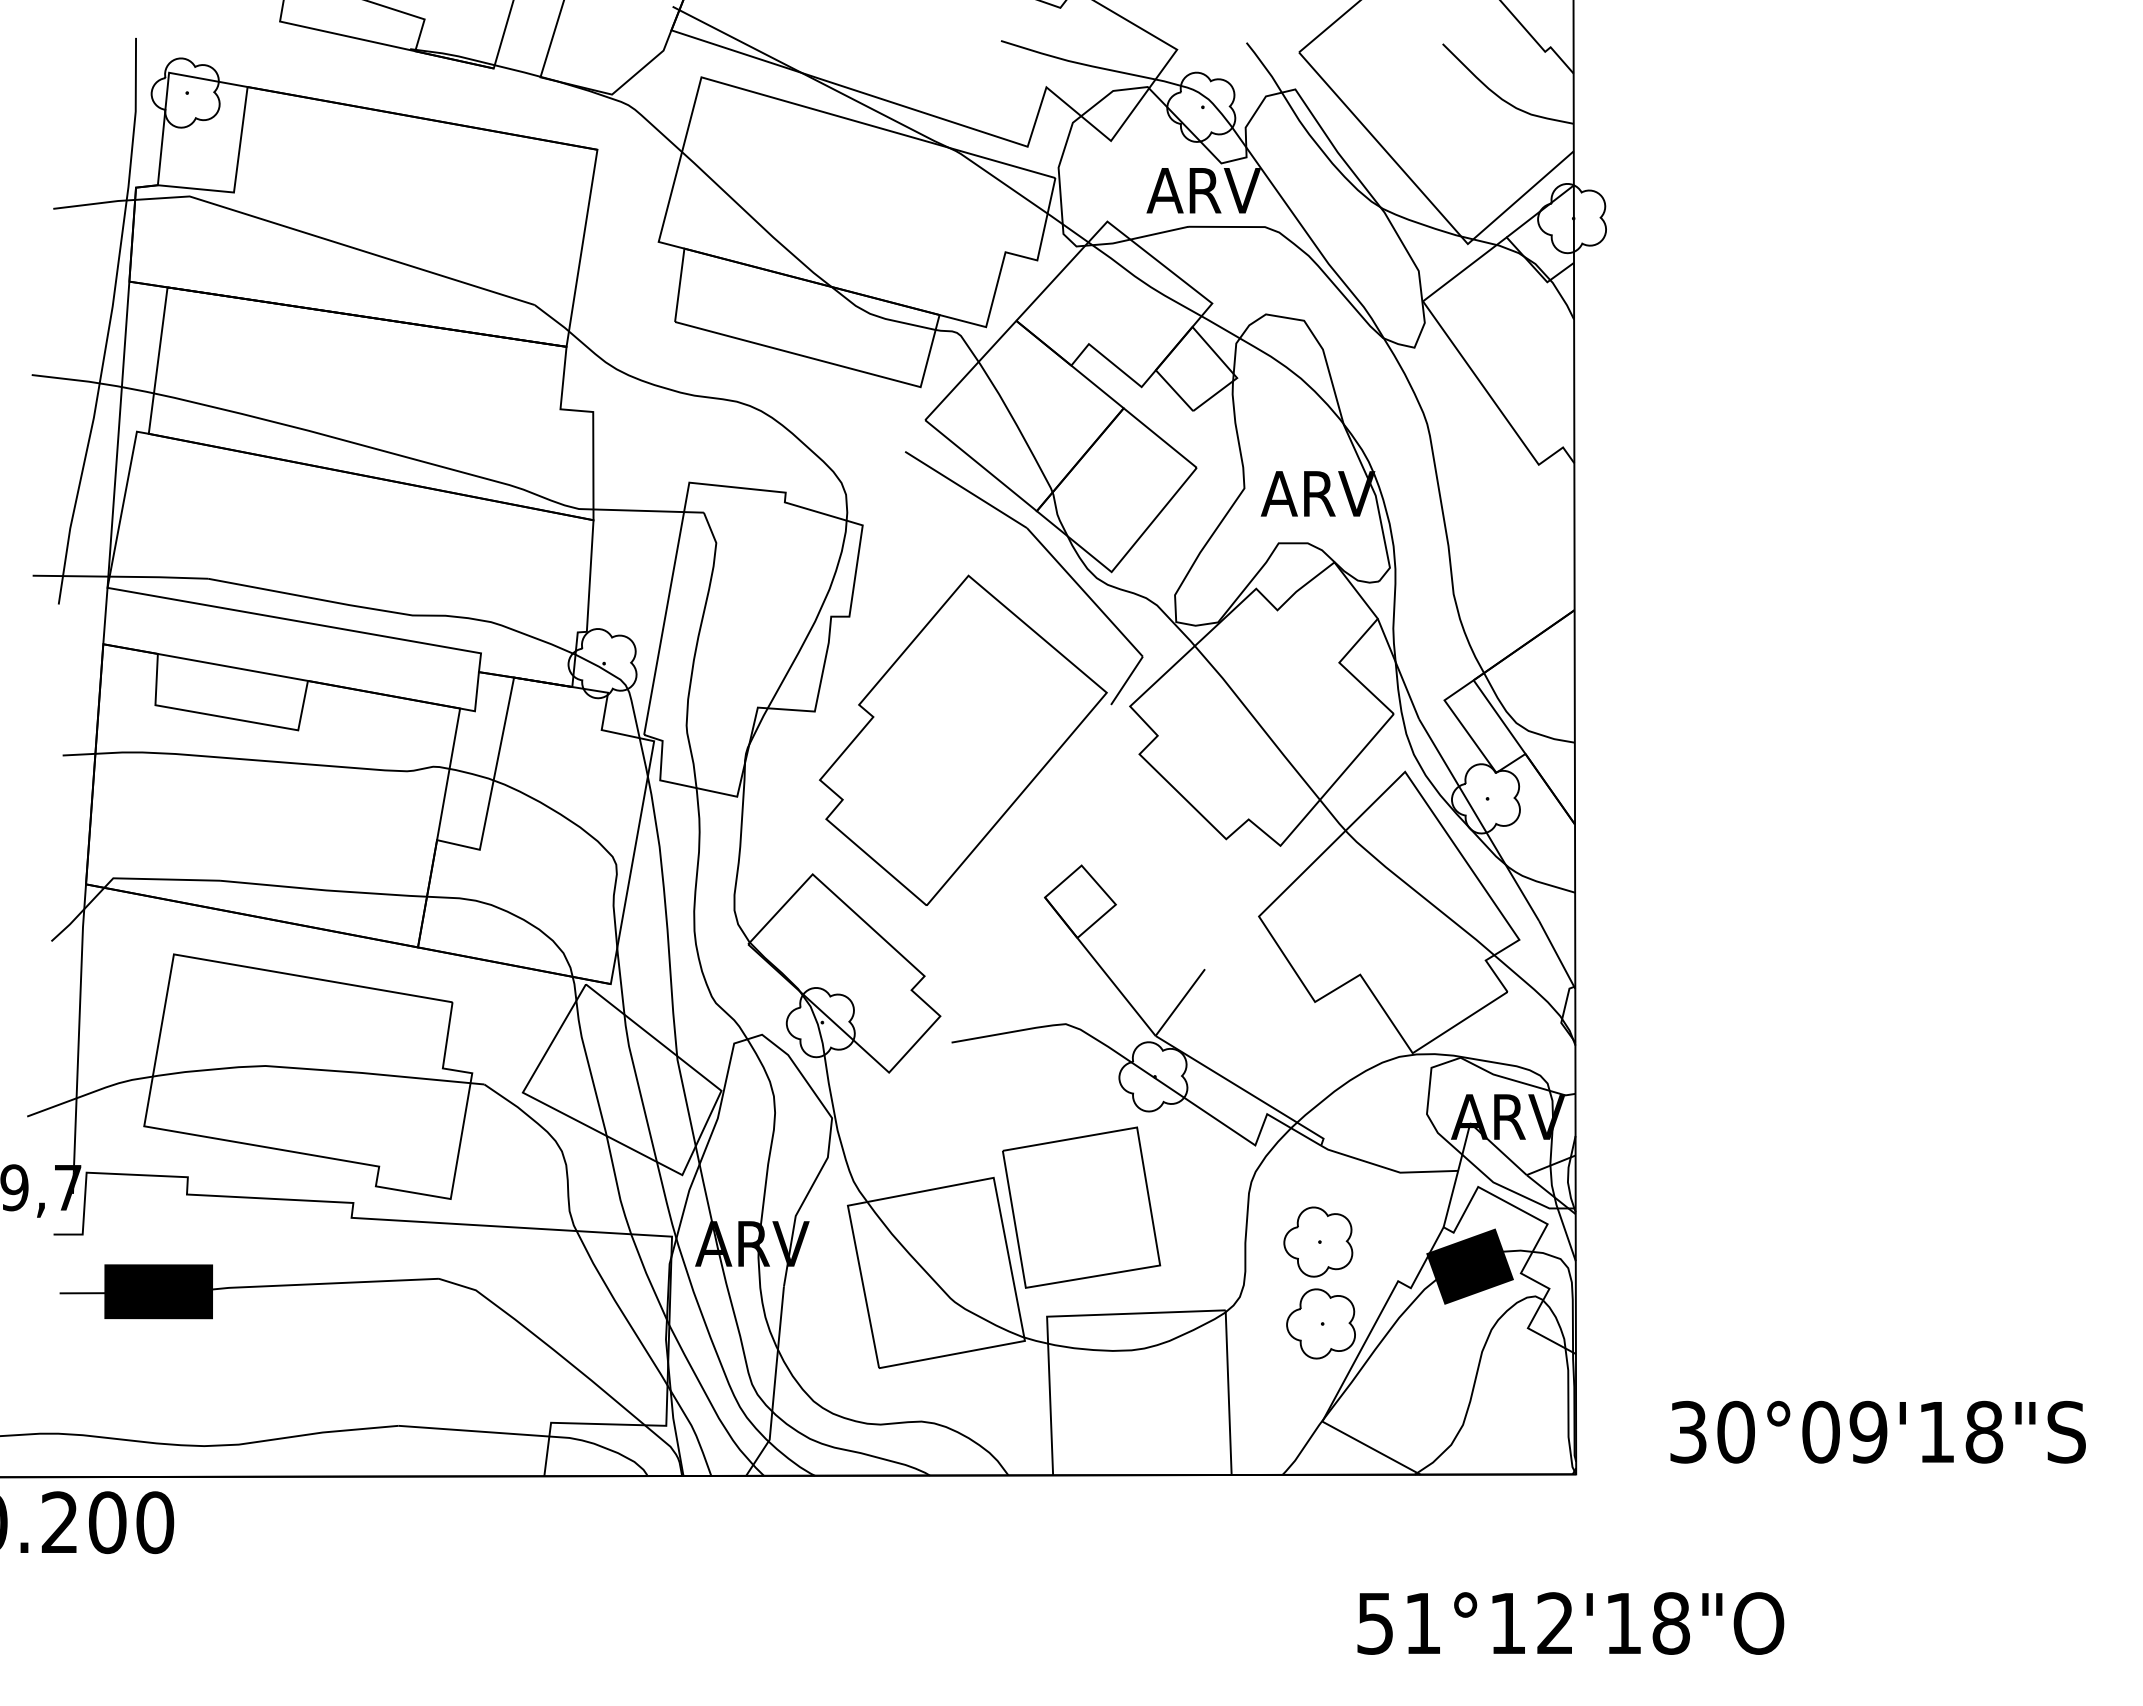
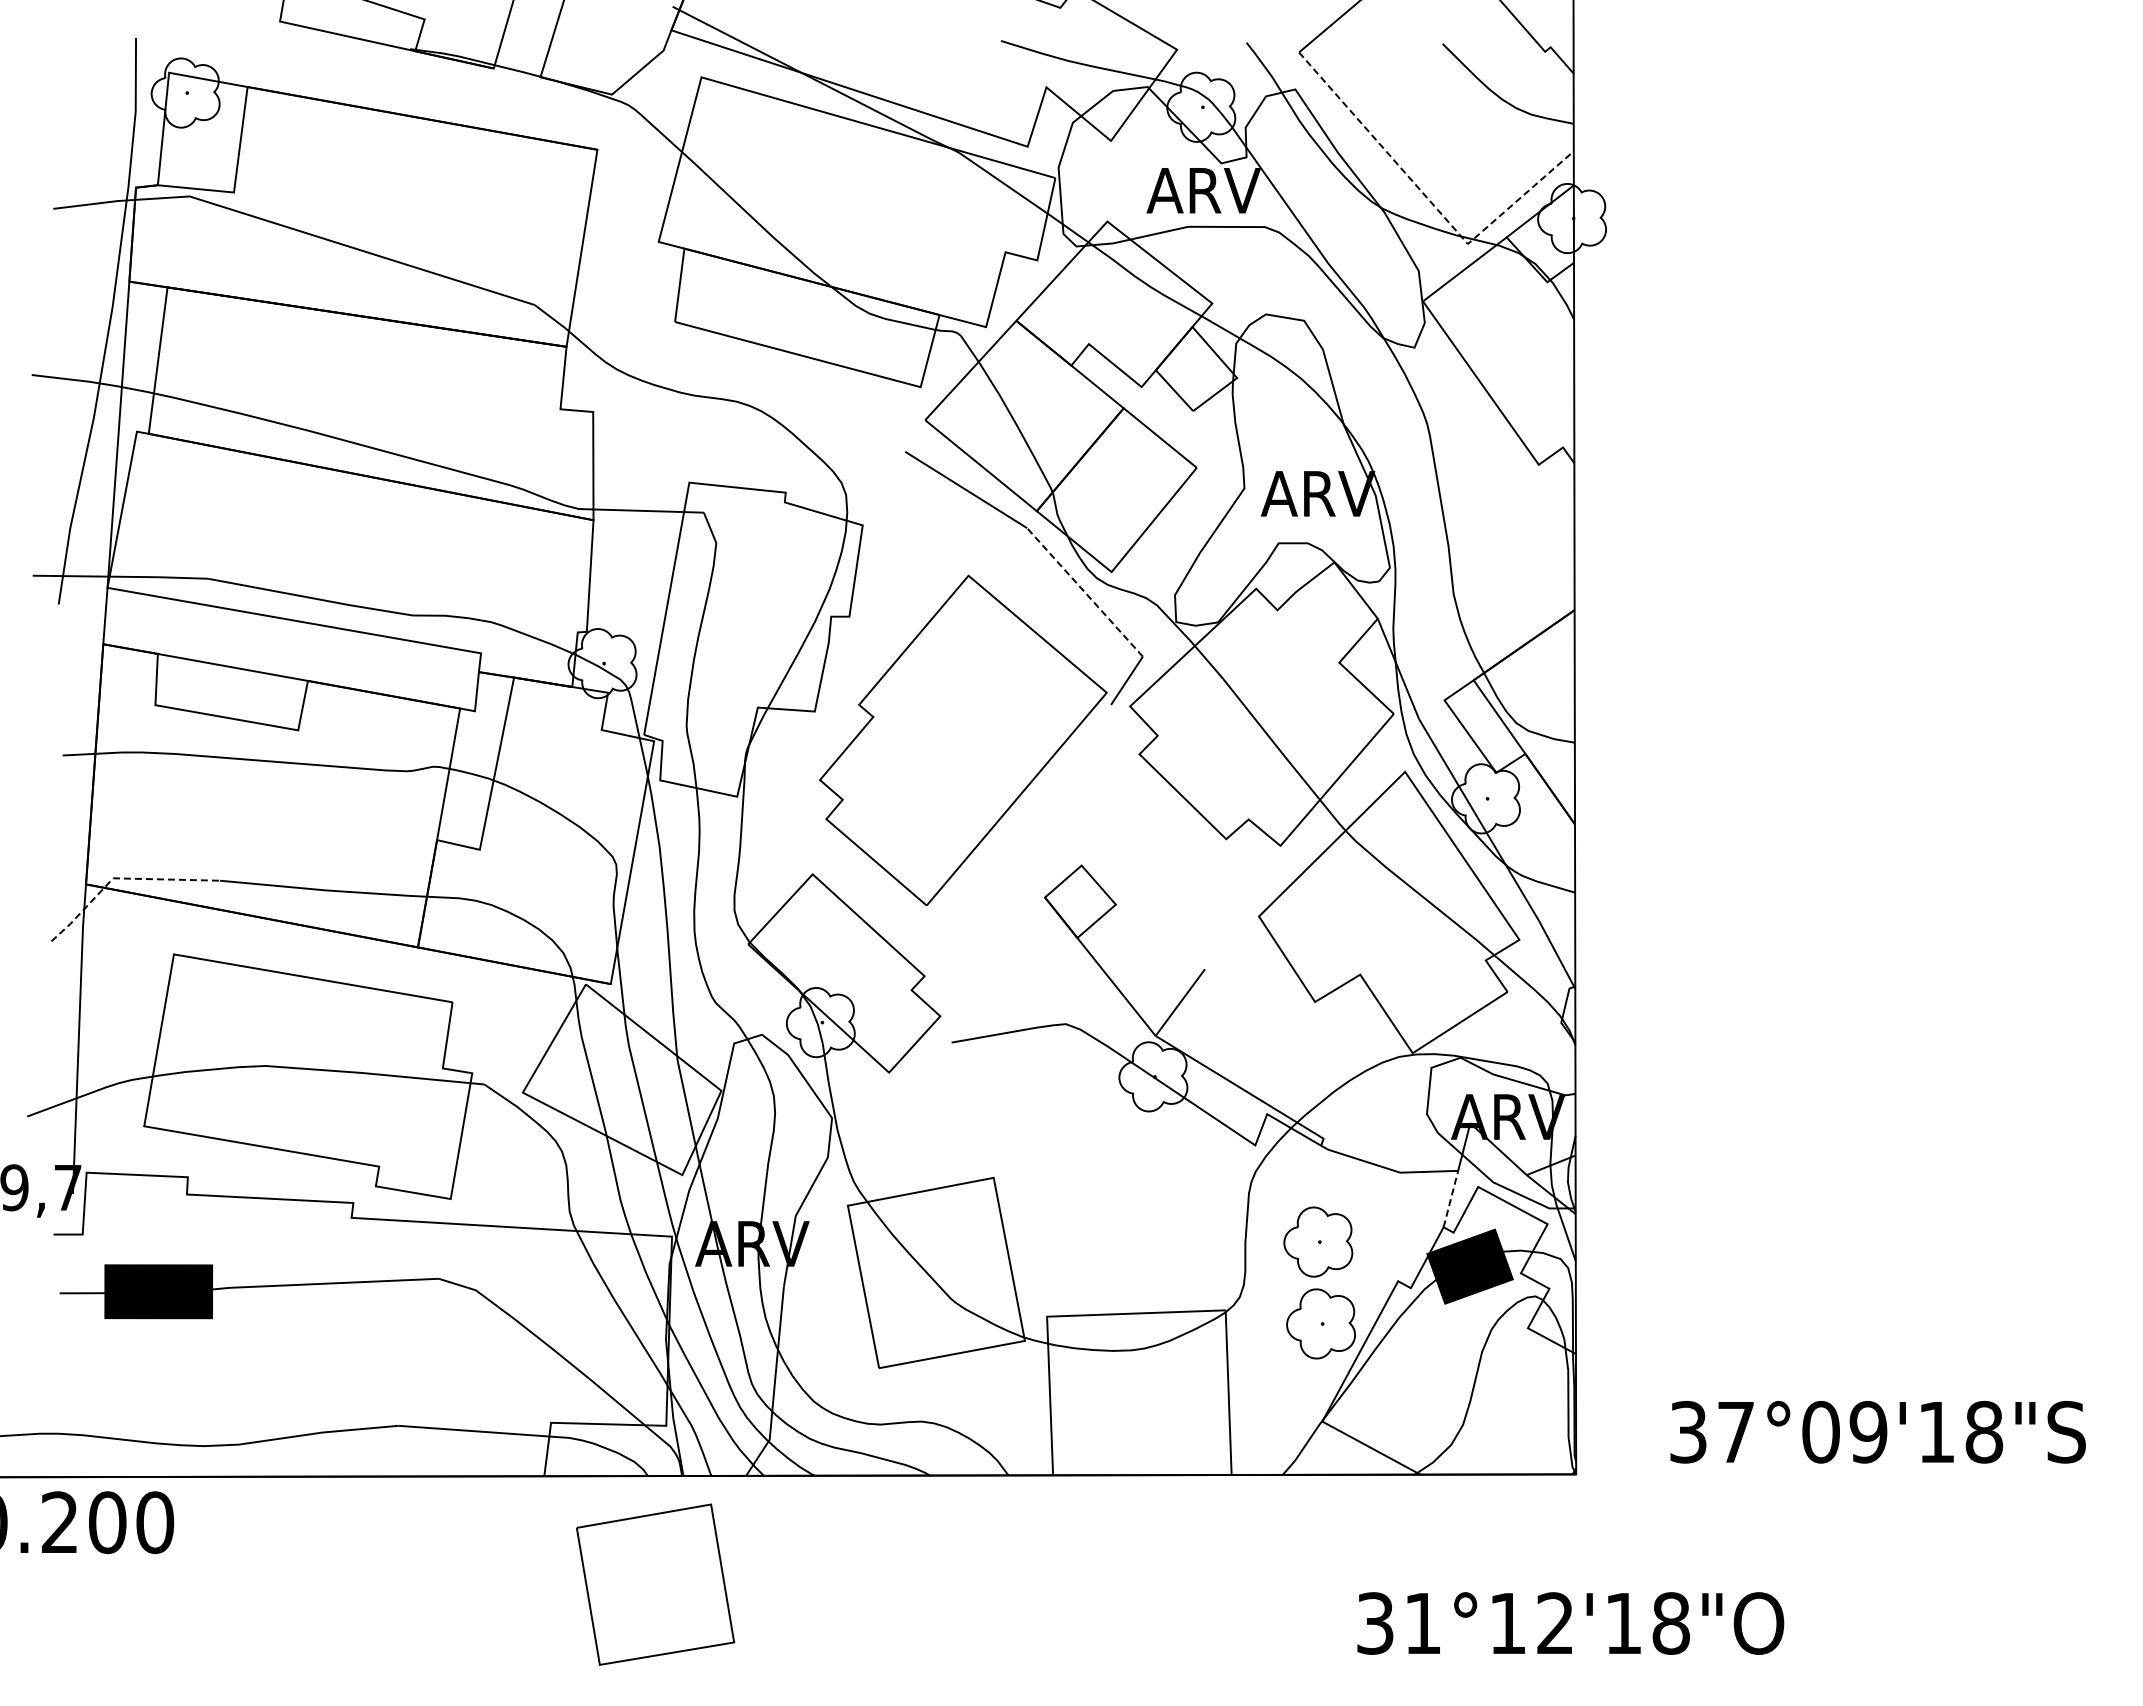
line at (1430, 202): solid -> dashed
line at (1084, 592): solid -> dashed
line at (121, 878): solid -> dashed
line at (1451, 1198): solid -> dashed
part at (1081, 1207) position: (1081, 1207) -> (655, 1584)
text at (1735, 1431): 30°09'18"S -> 37°09'18"S
text at (1375, 1623): 51°12'18"O -> 31°12'18"O
